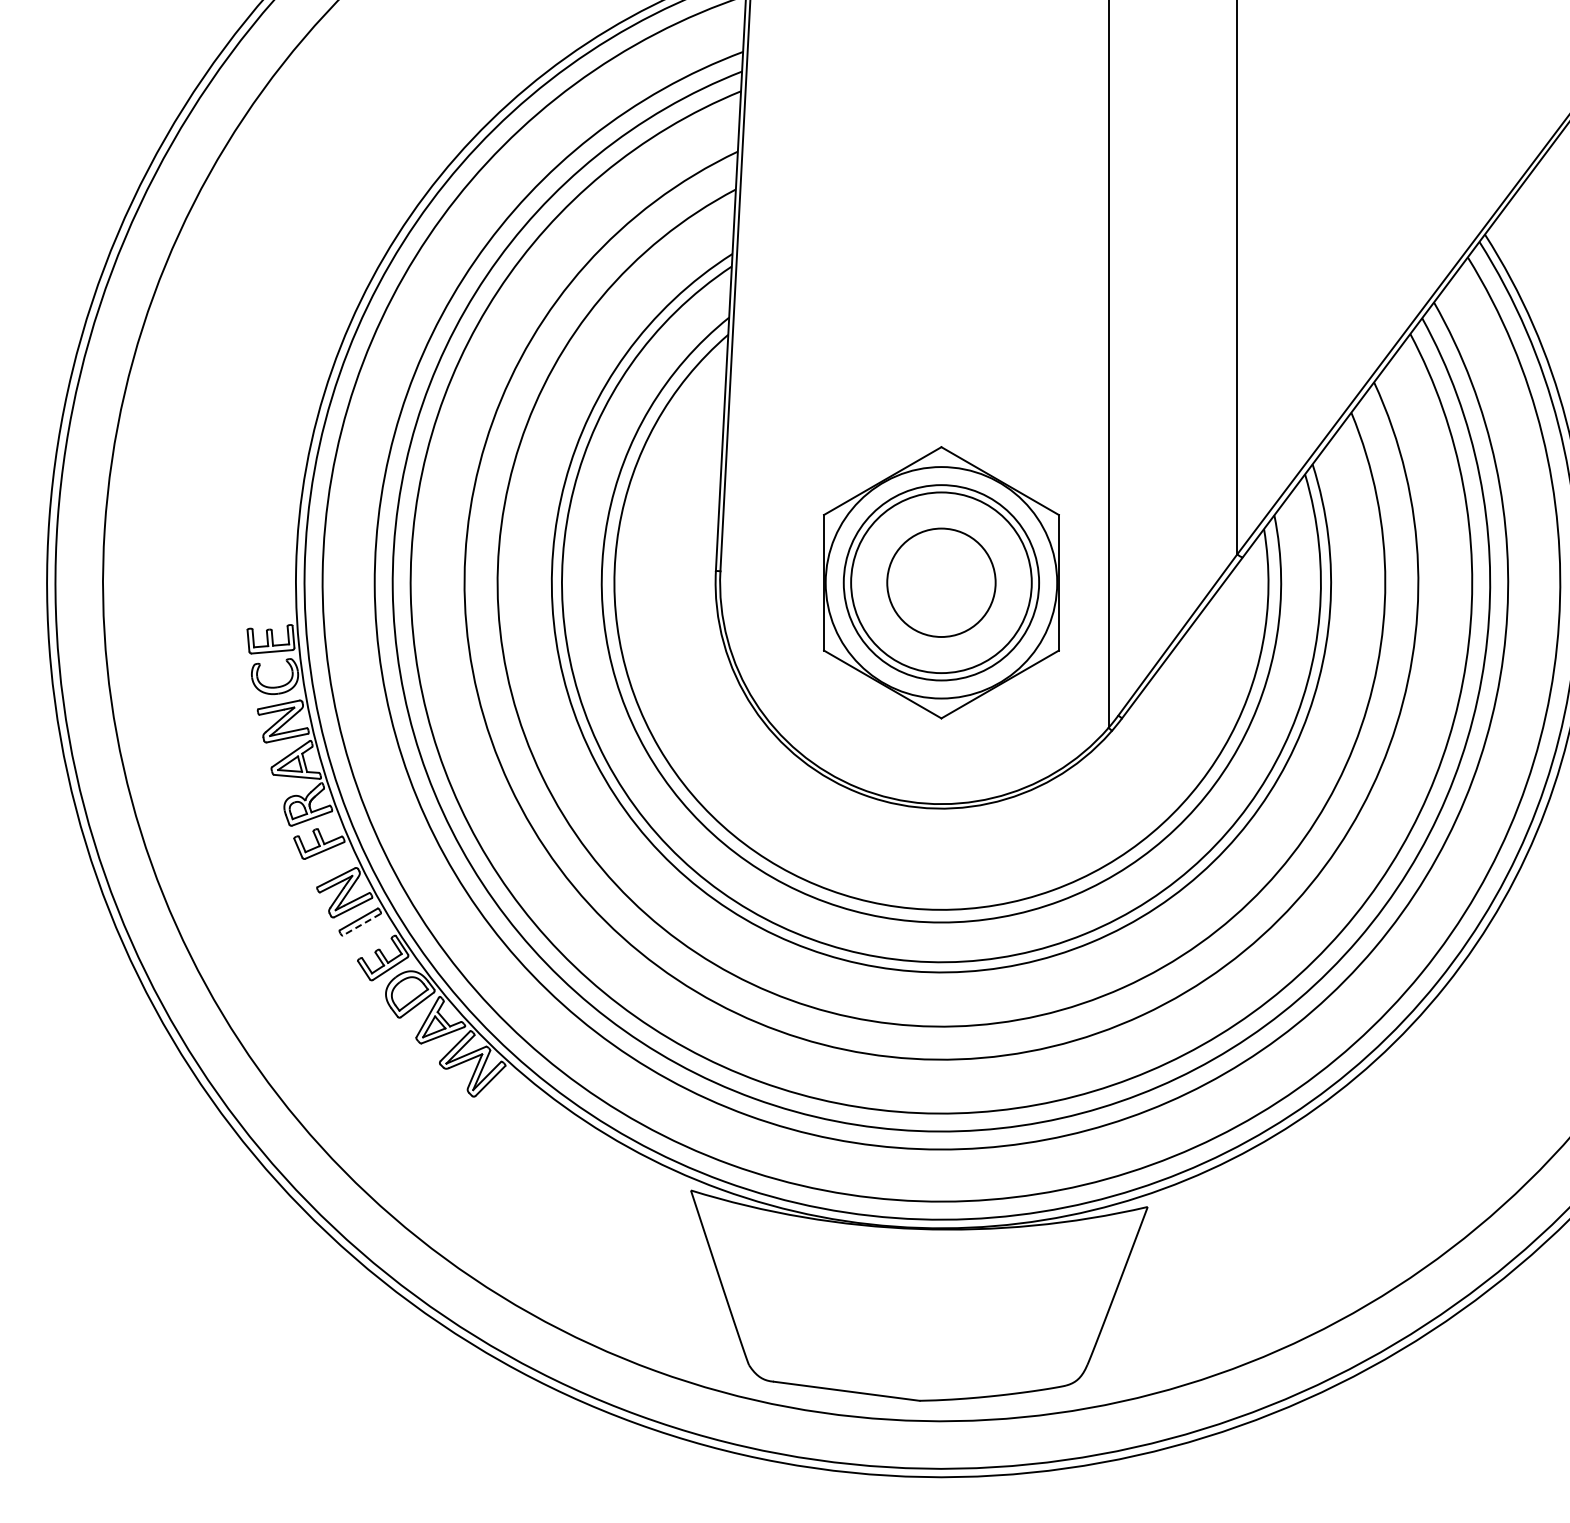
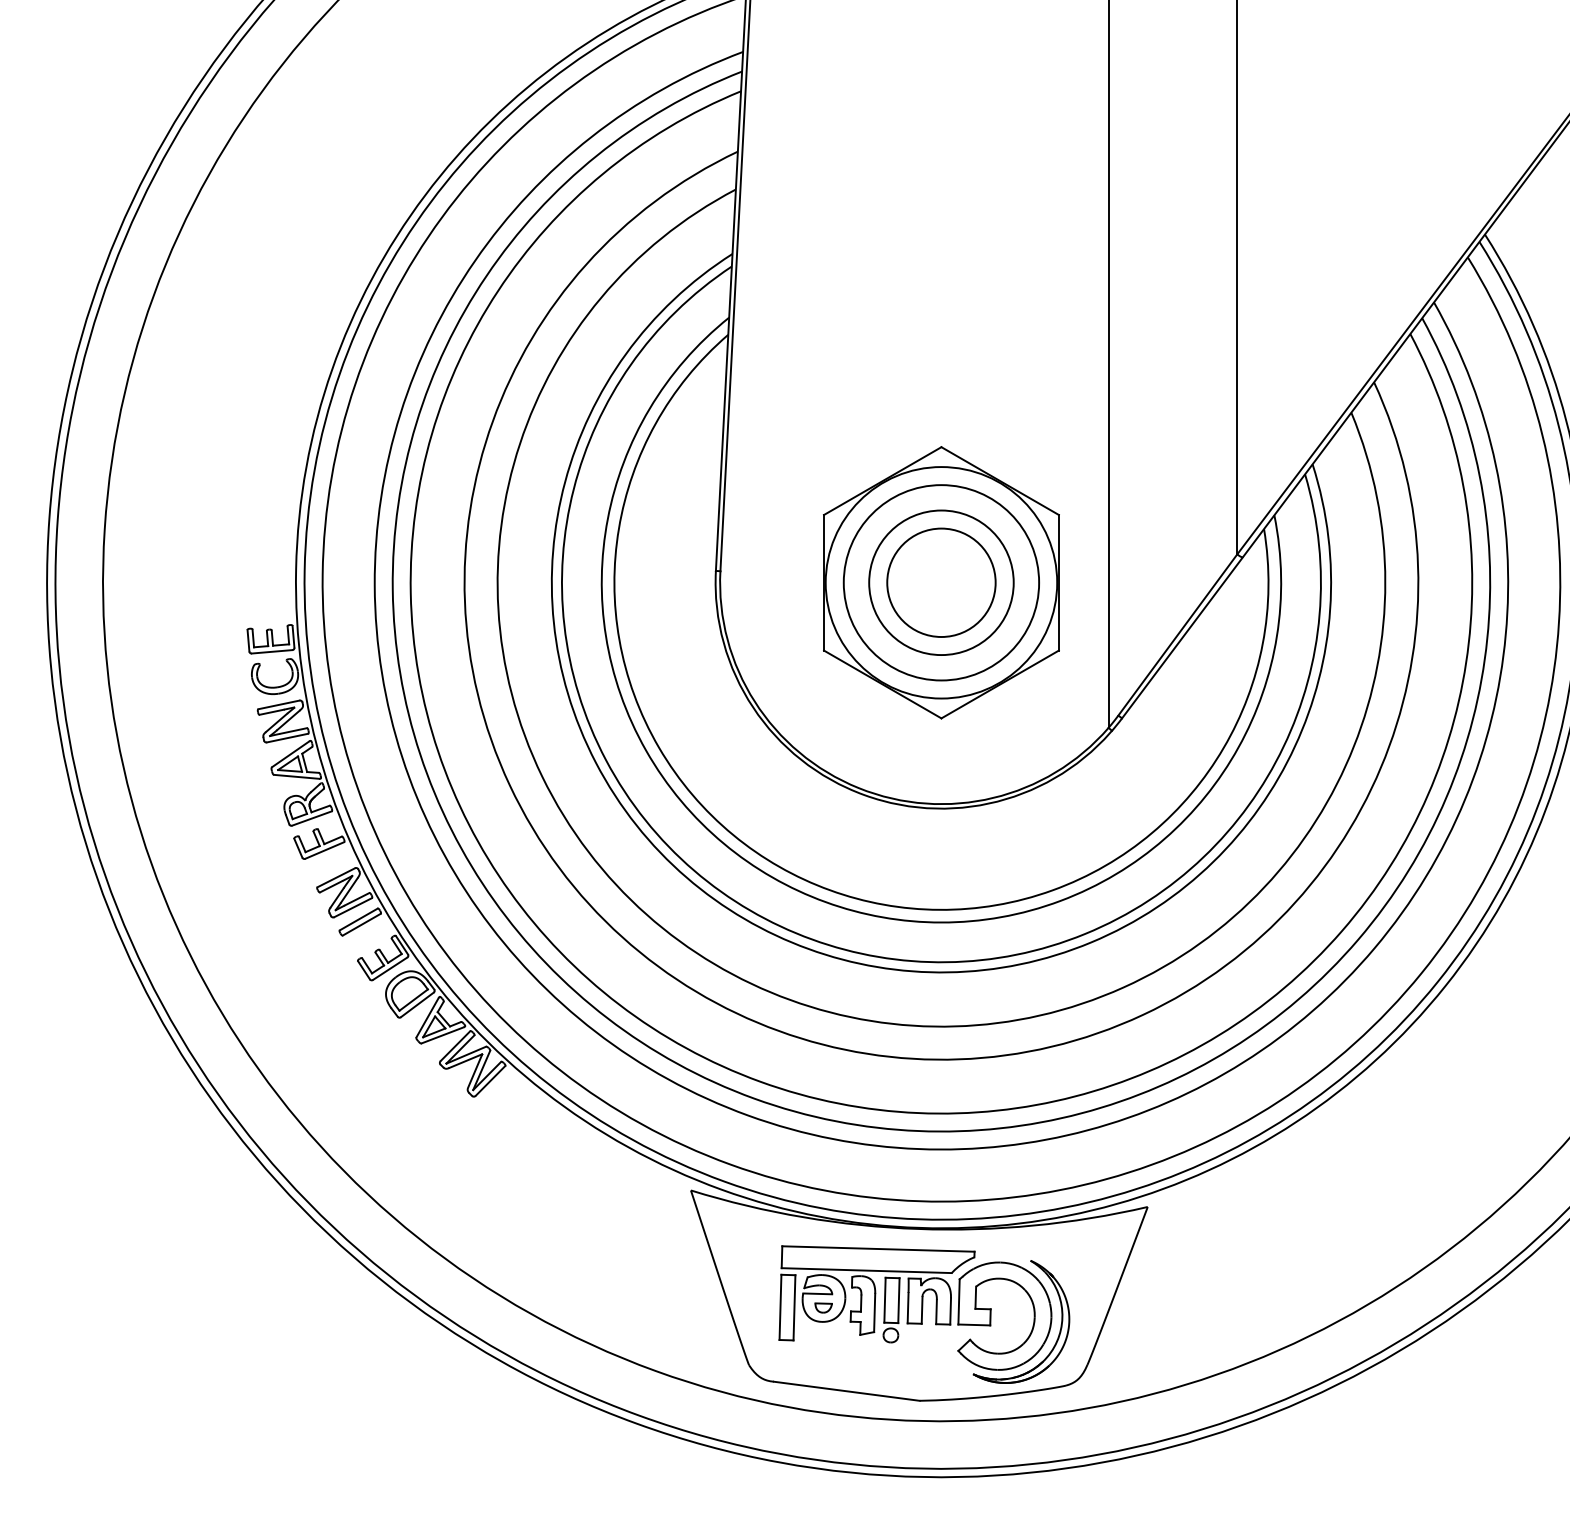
circle at (941, 582) diameter: 181 px -> 145 px
line at (361, 924): dashed -> solid
part at (924, 1314): none -> present
